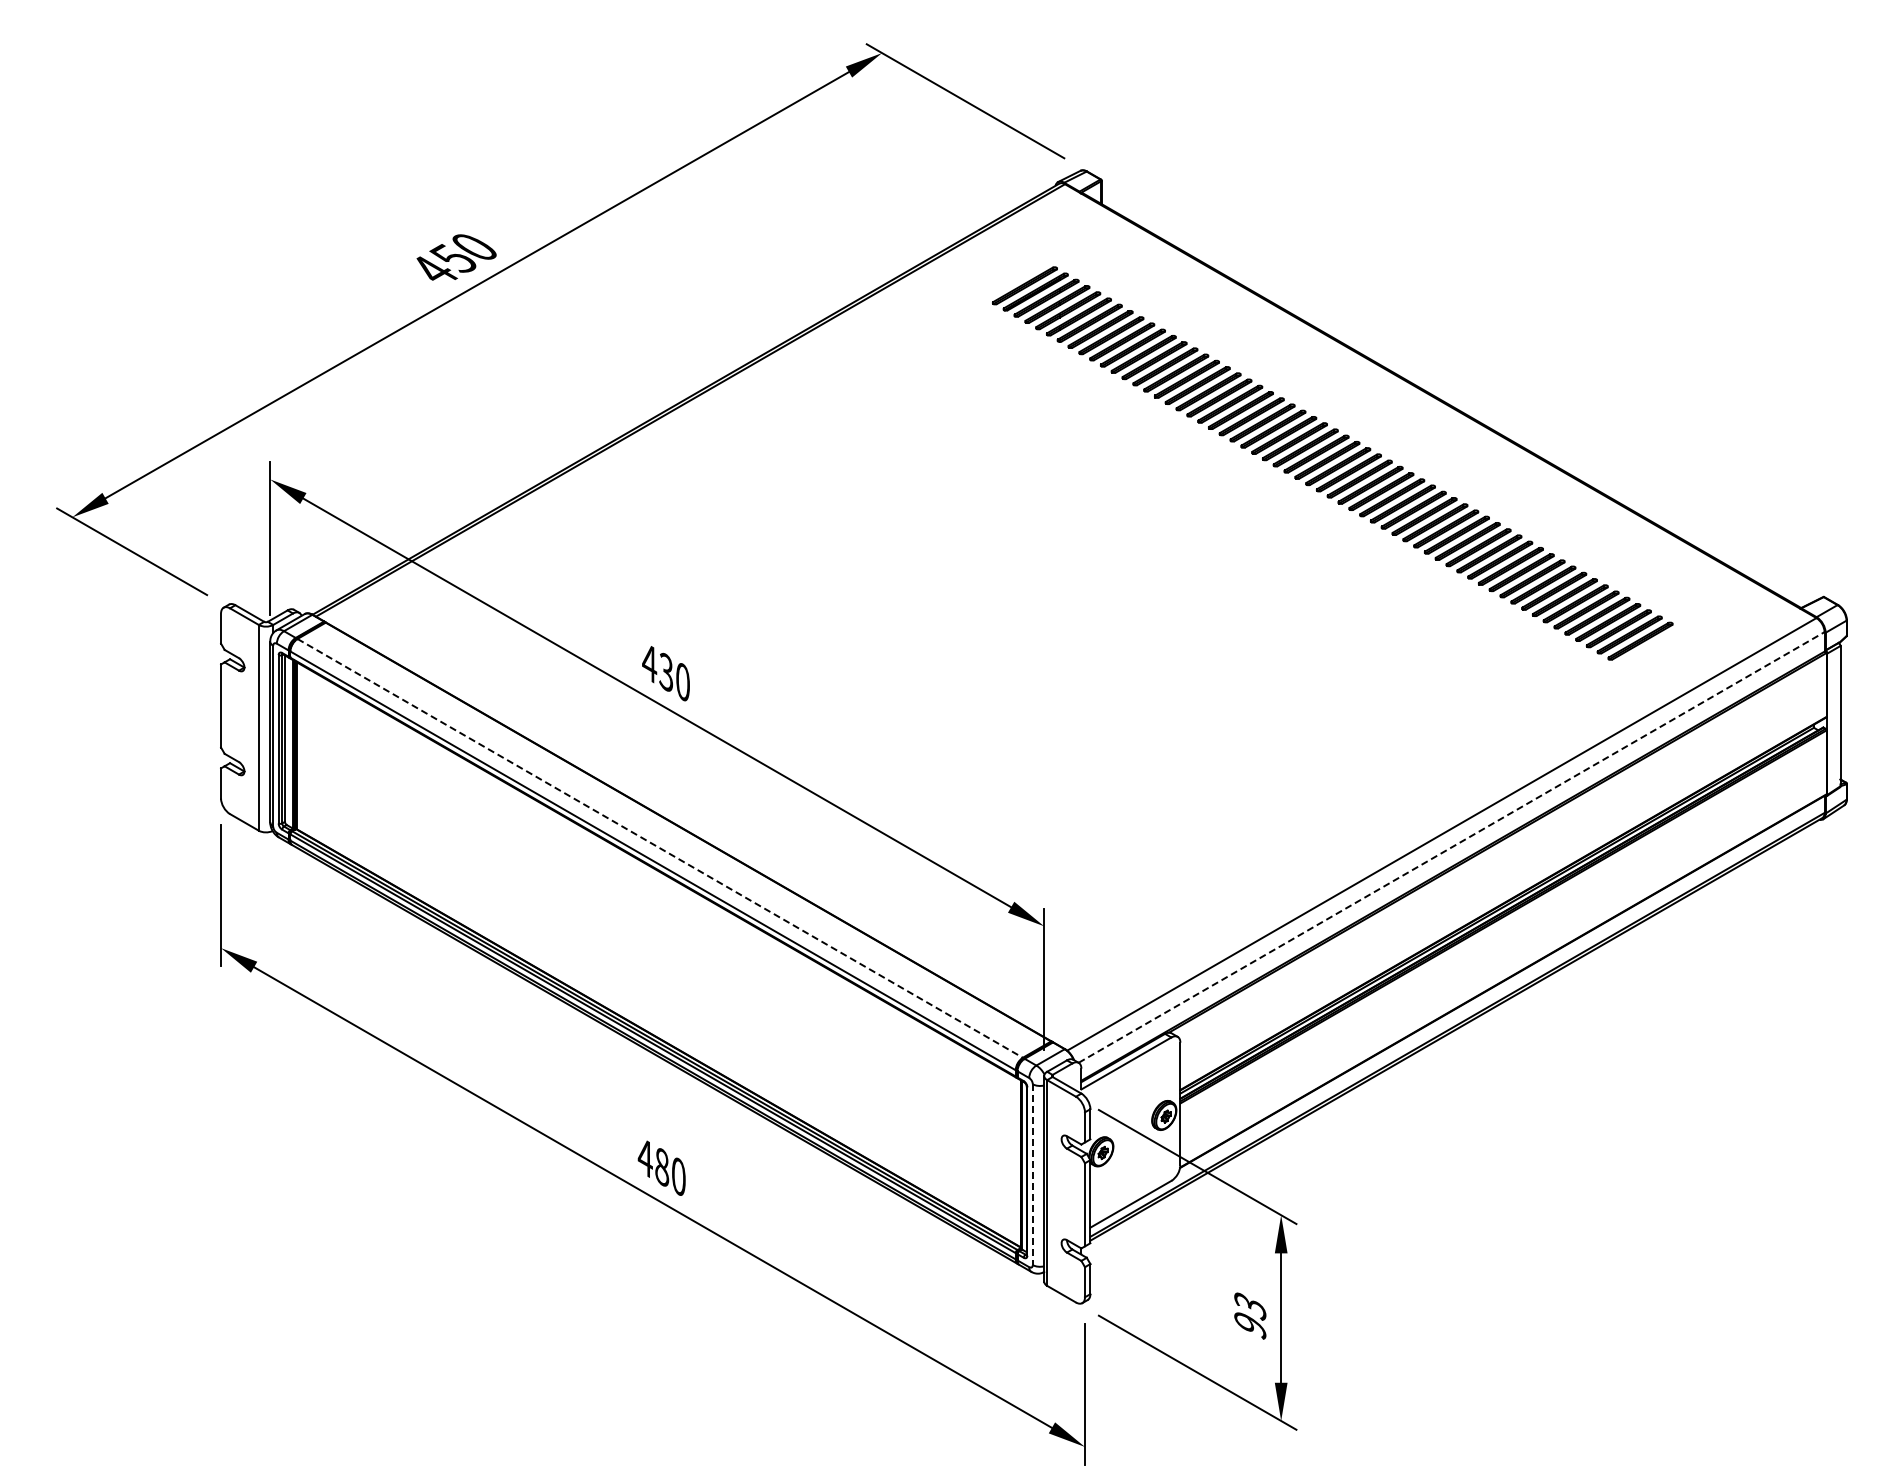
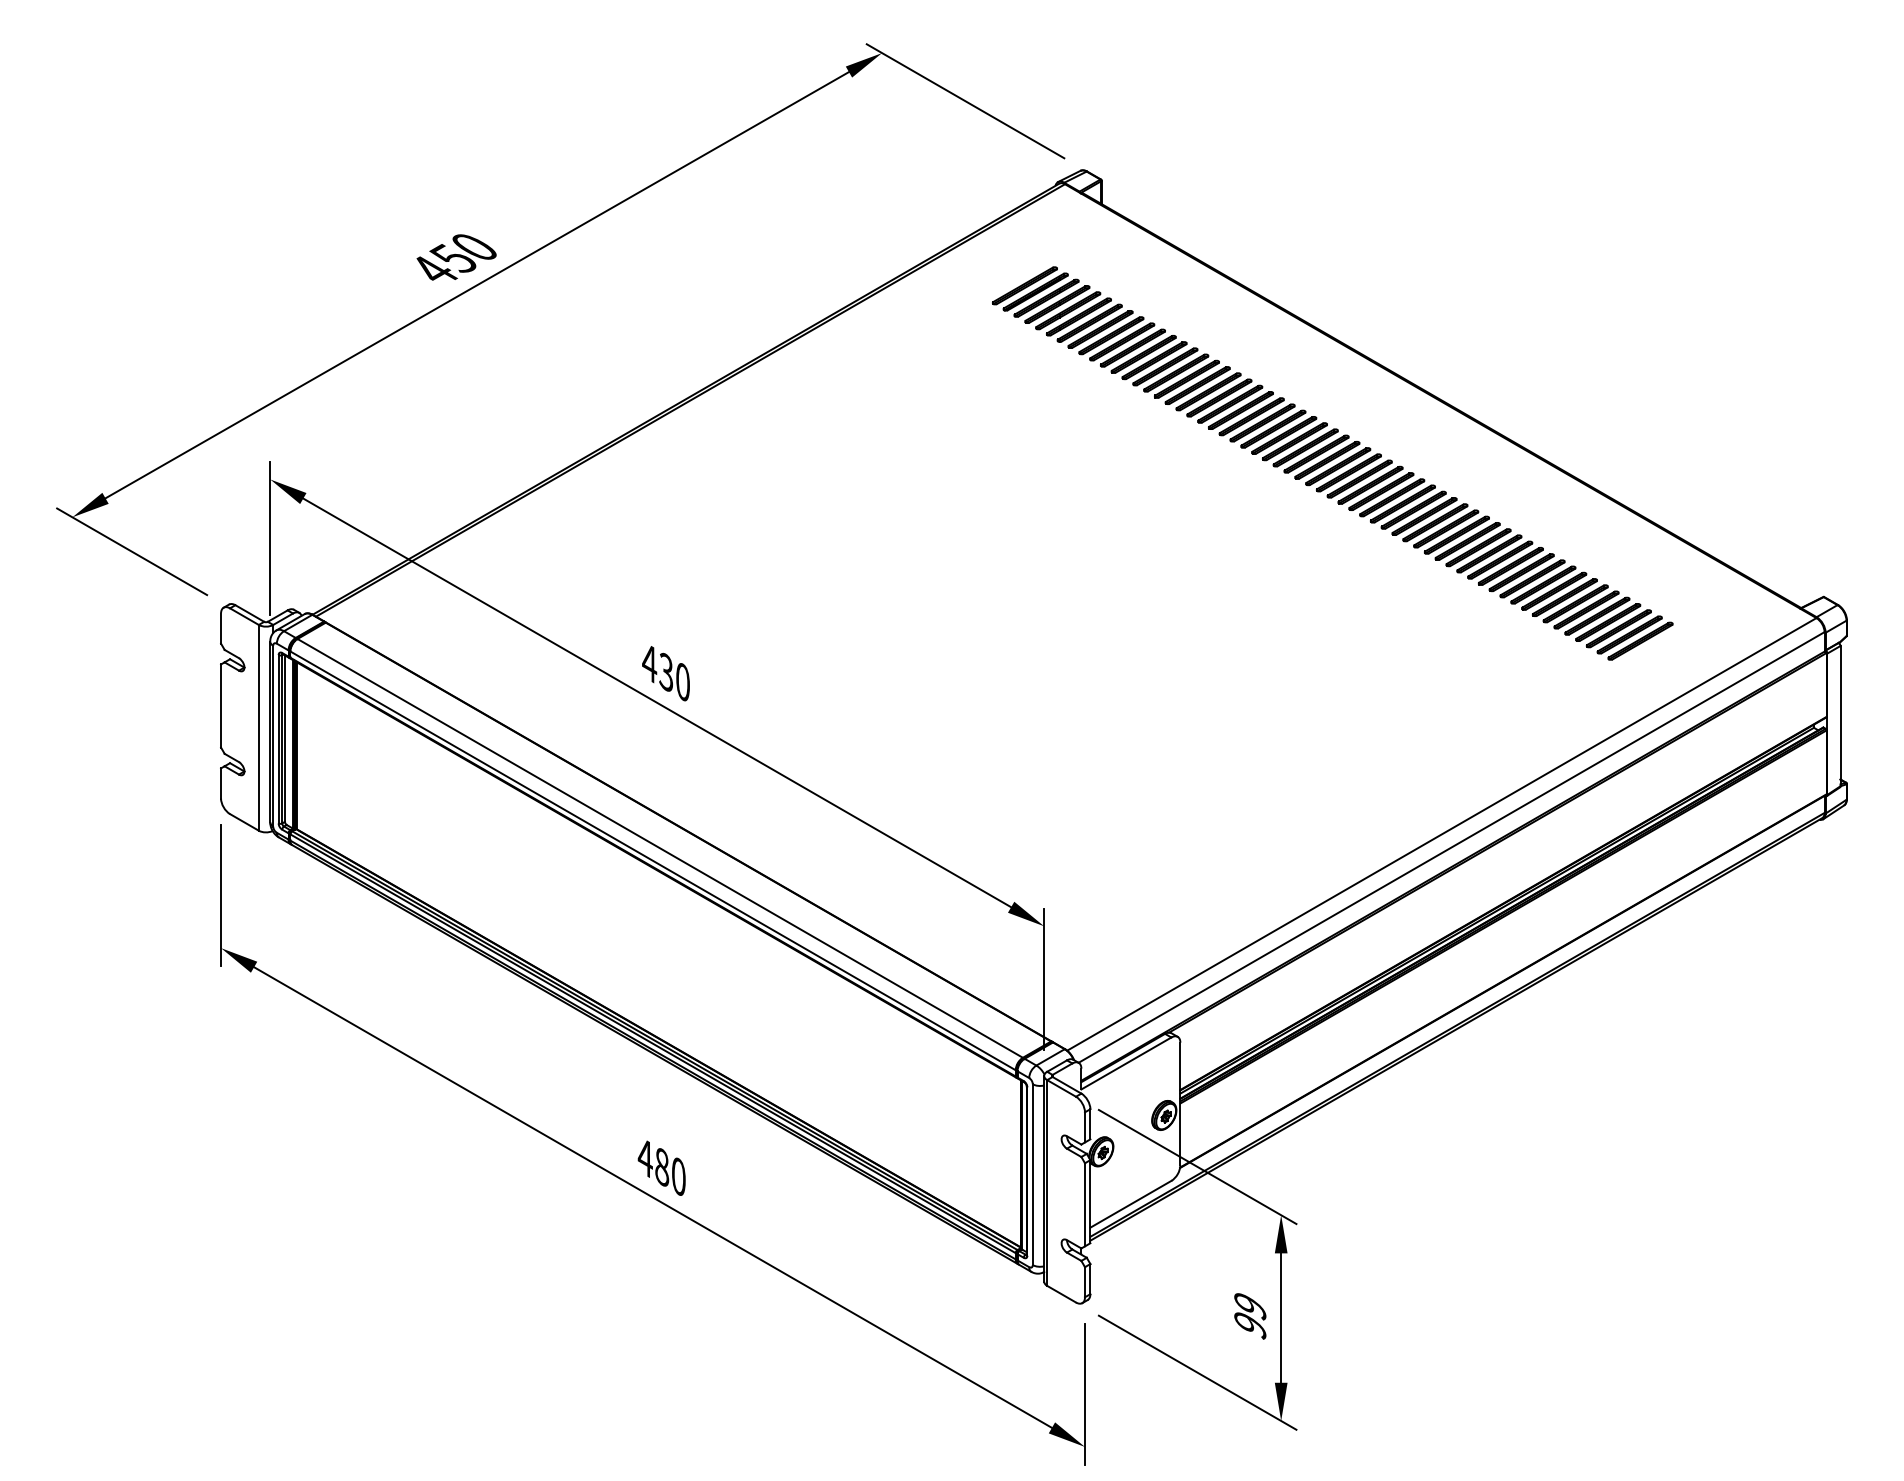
line at (1451, 847): dashed -> solid
line at (660, 848): dashed -> solid
line at (1032, 1175): dashed -> solid
text at (1250, 1306): 93 -> 99
